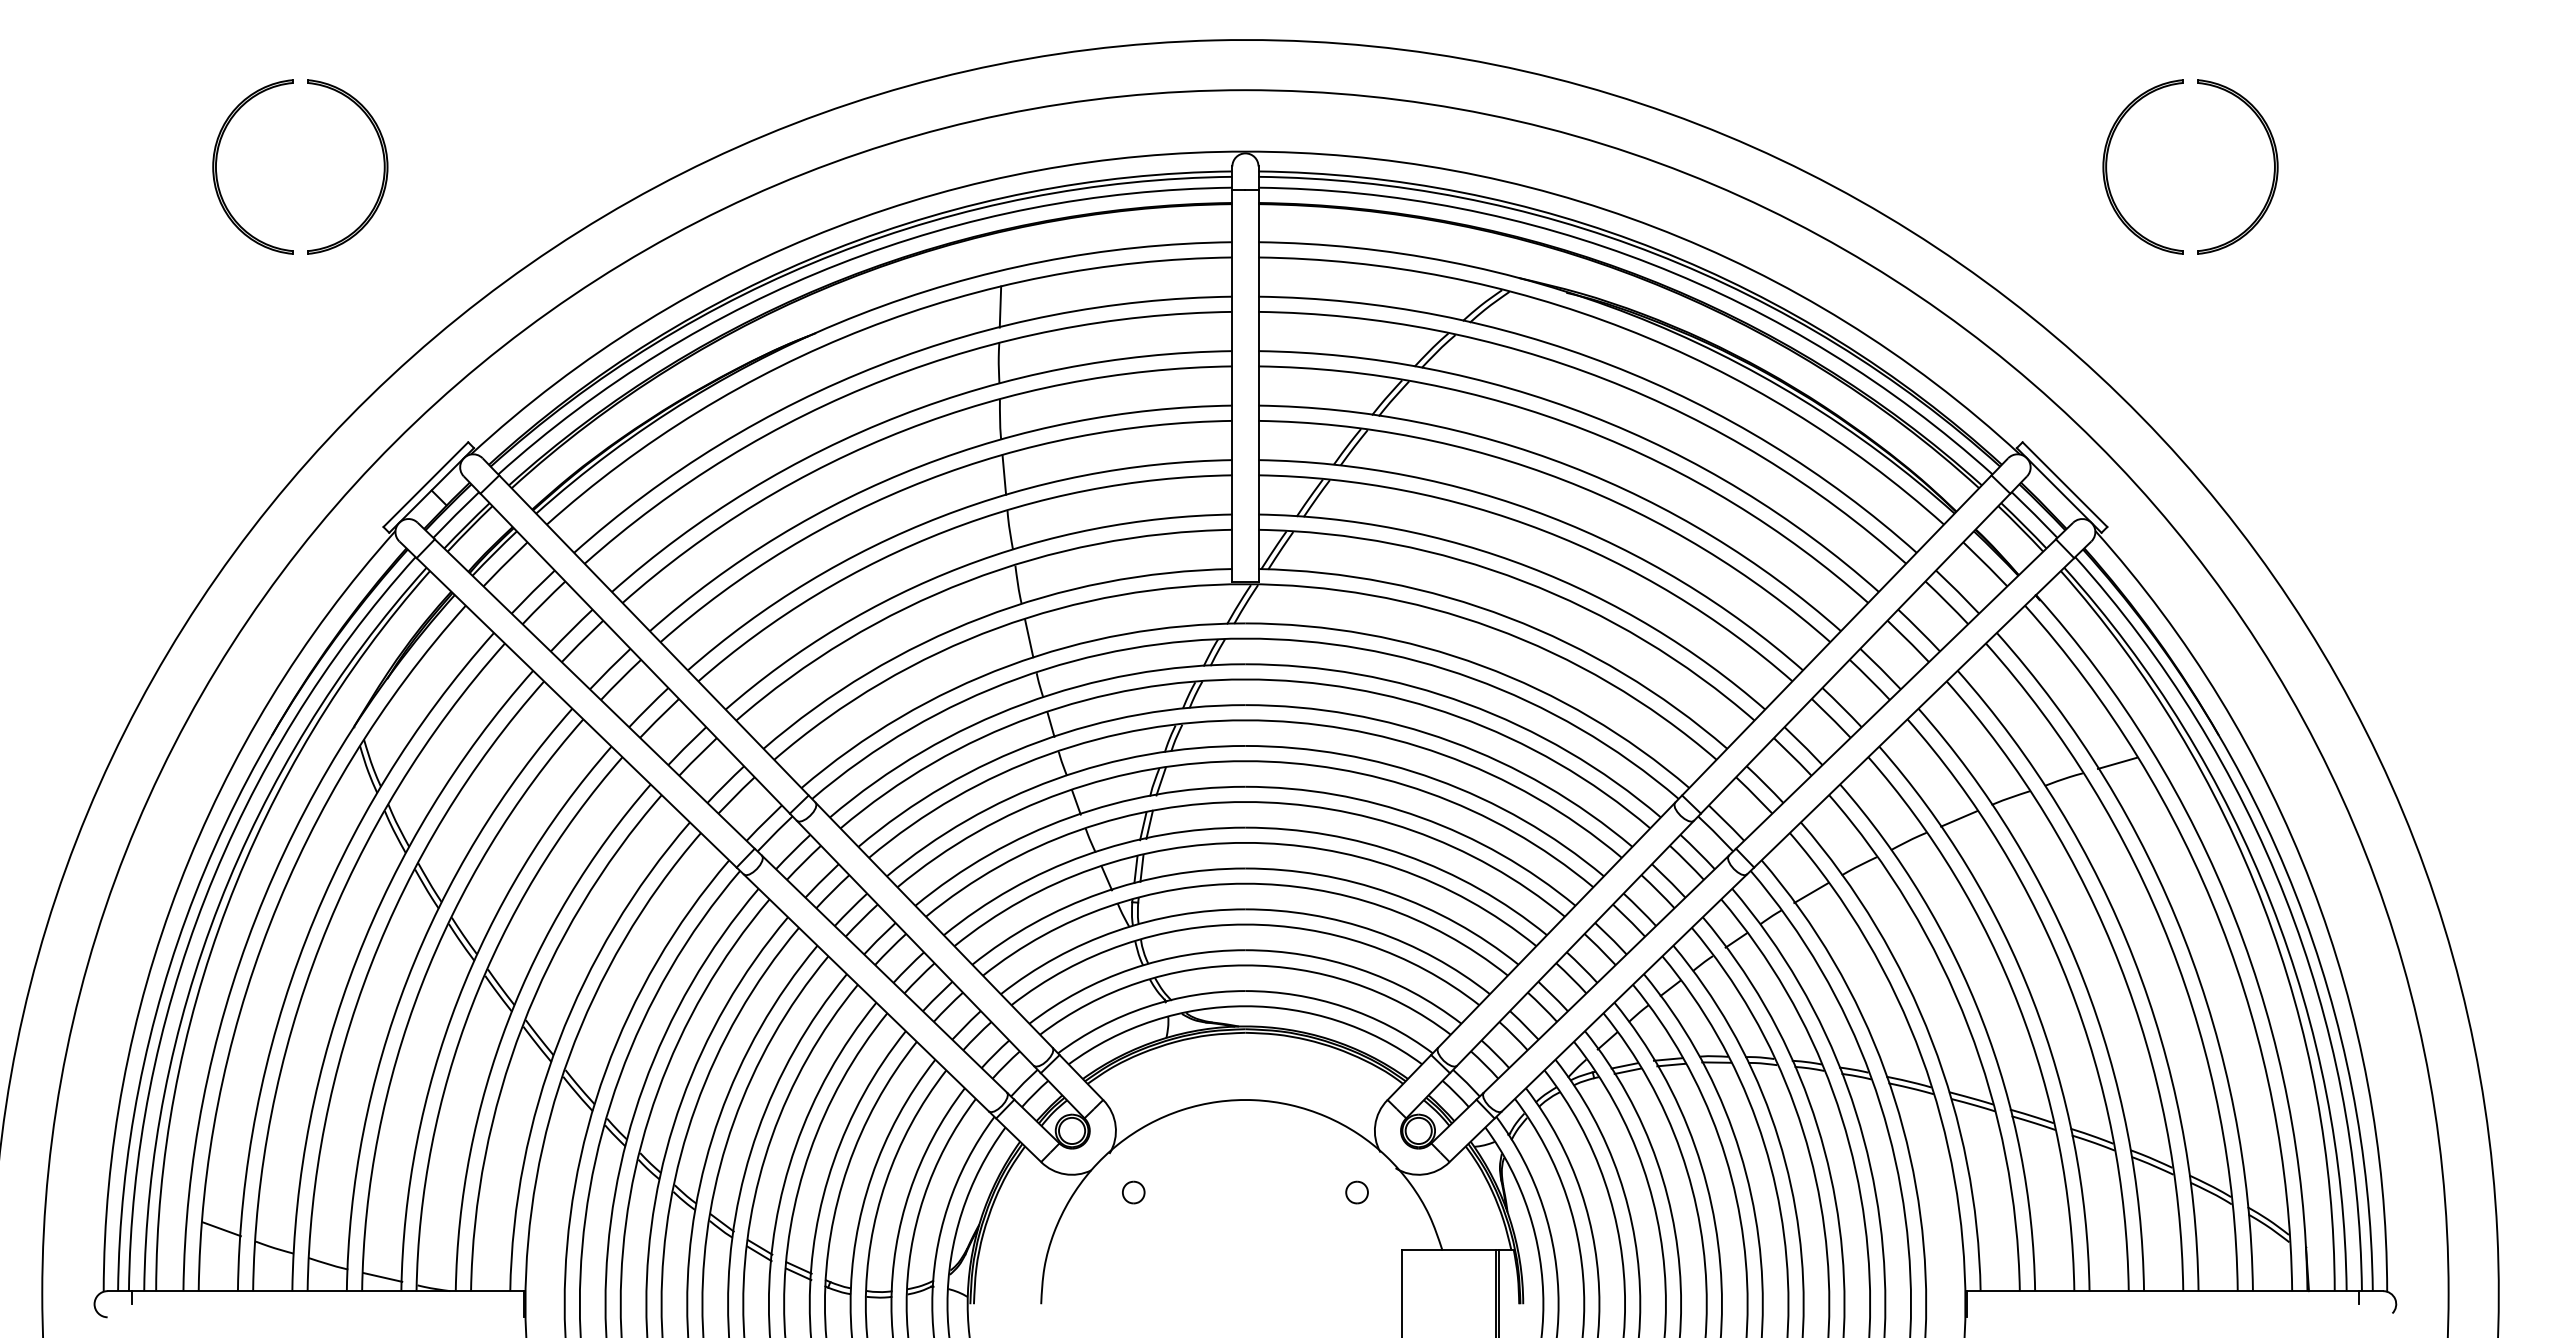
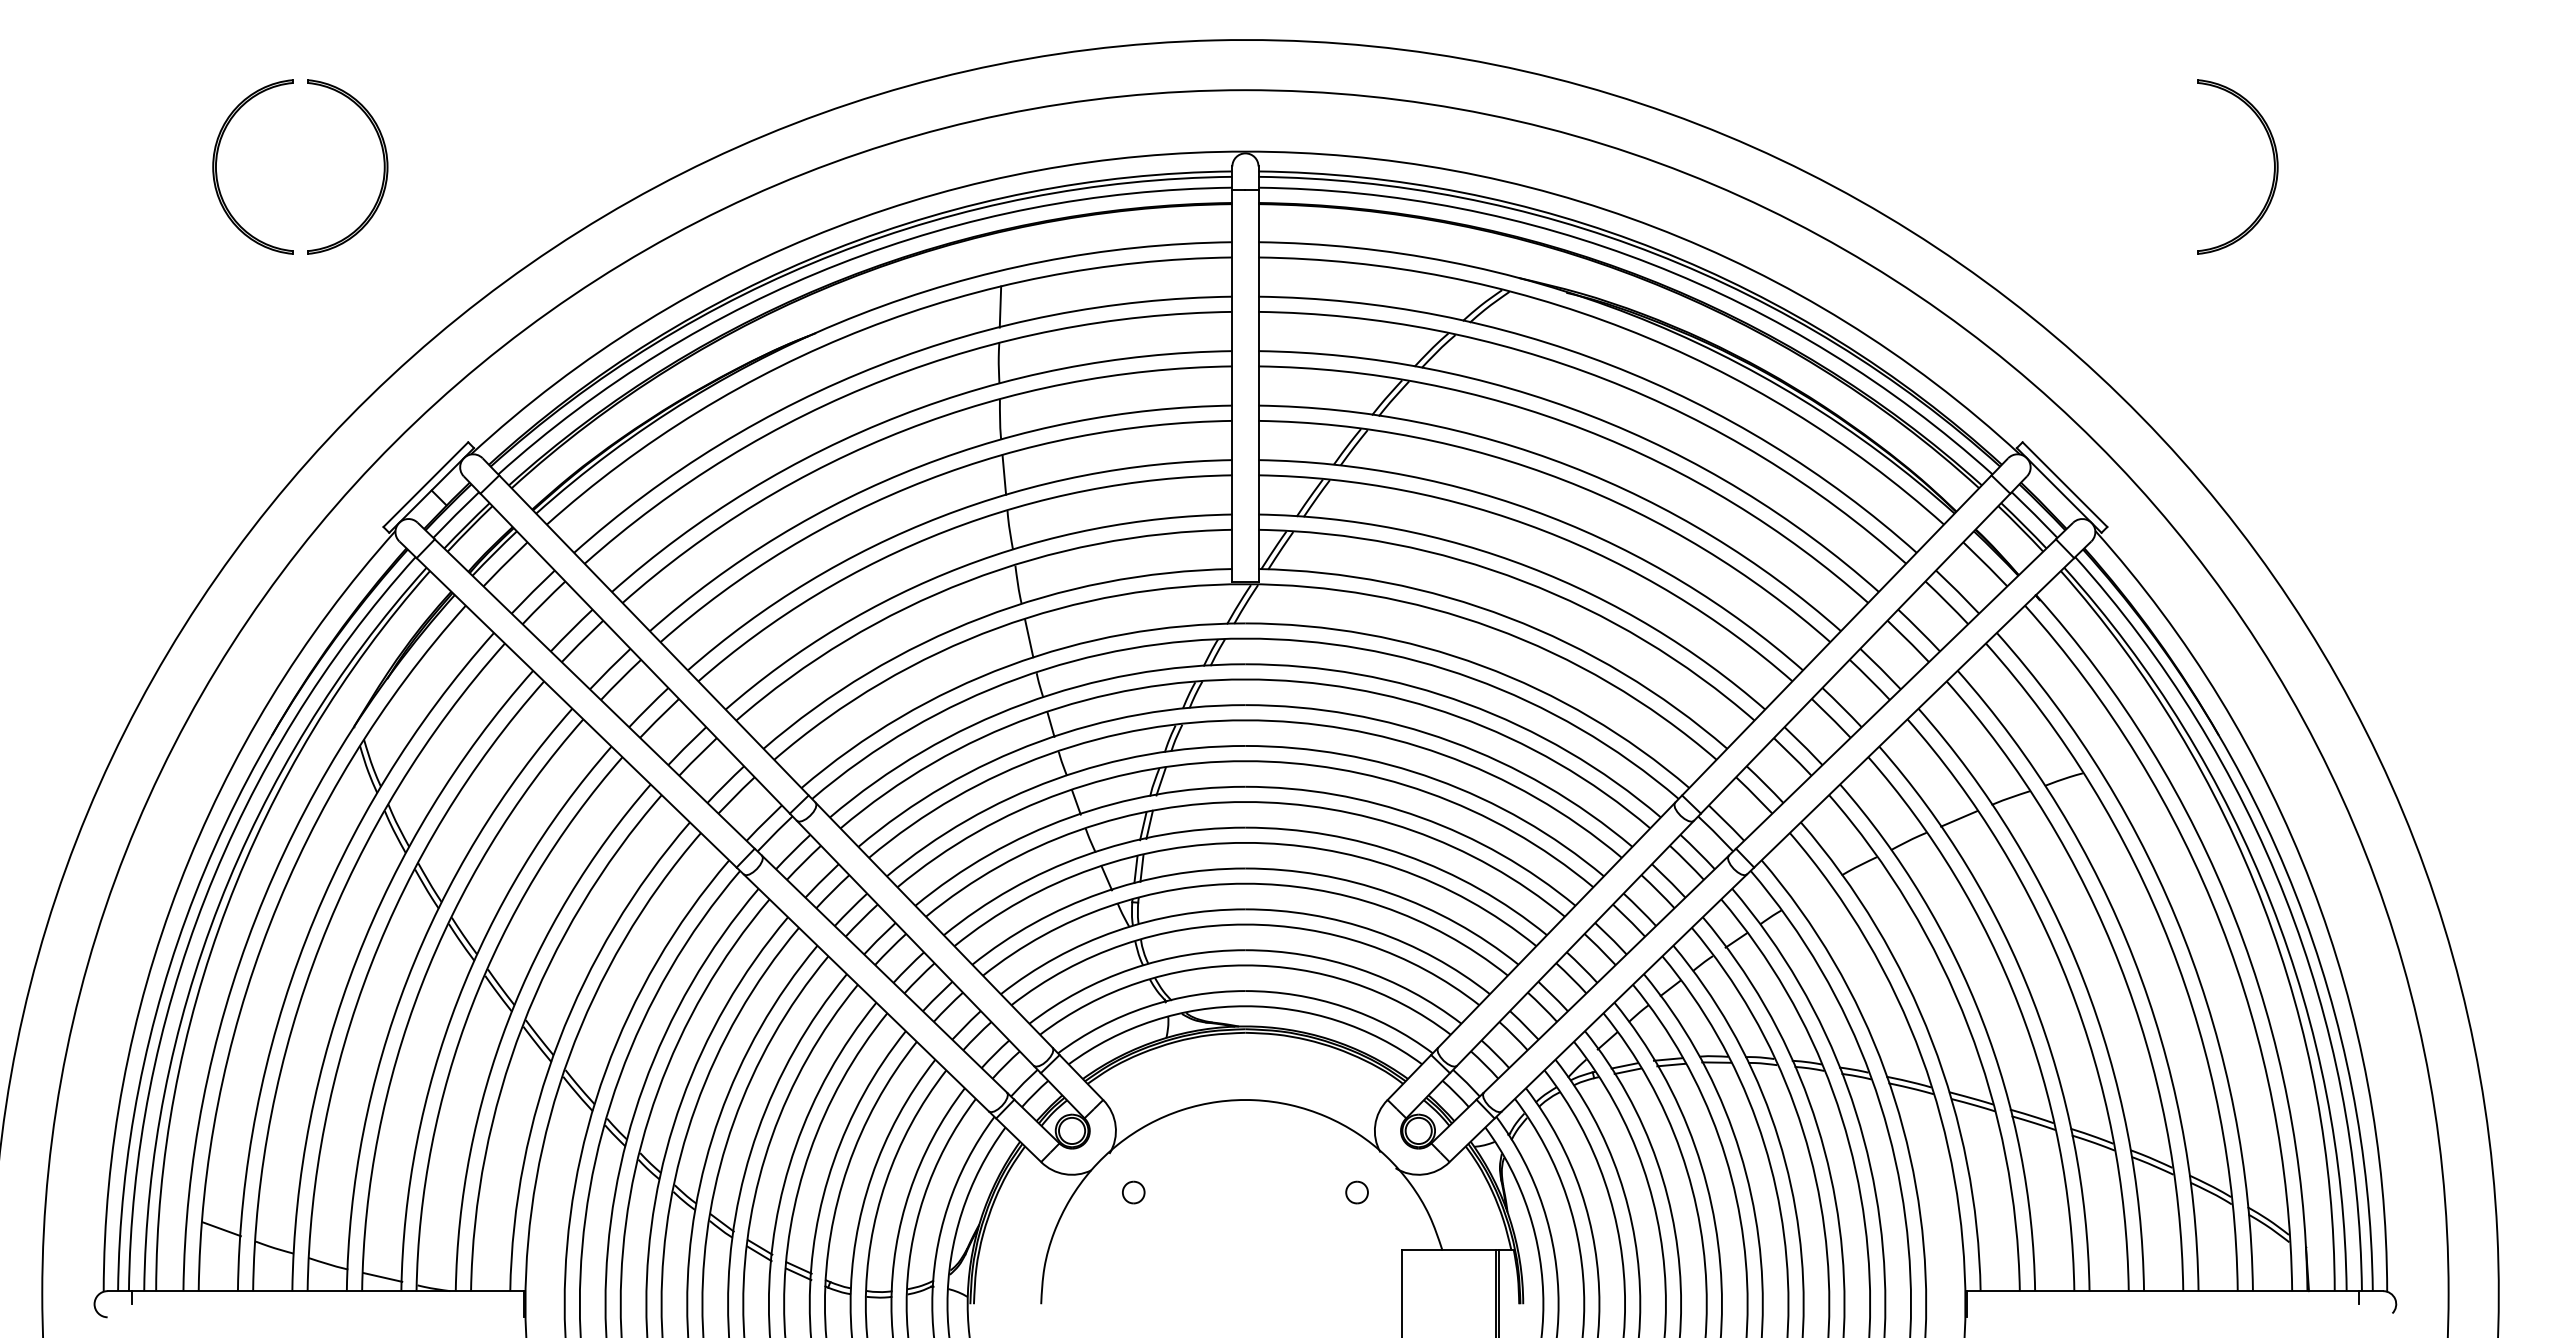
part at (2107, 166): present -> none
line at (2117, 762): present -> none
line at (1811, 893): present -> none
